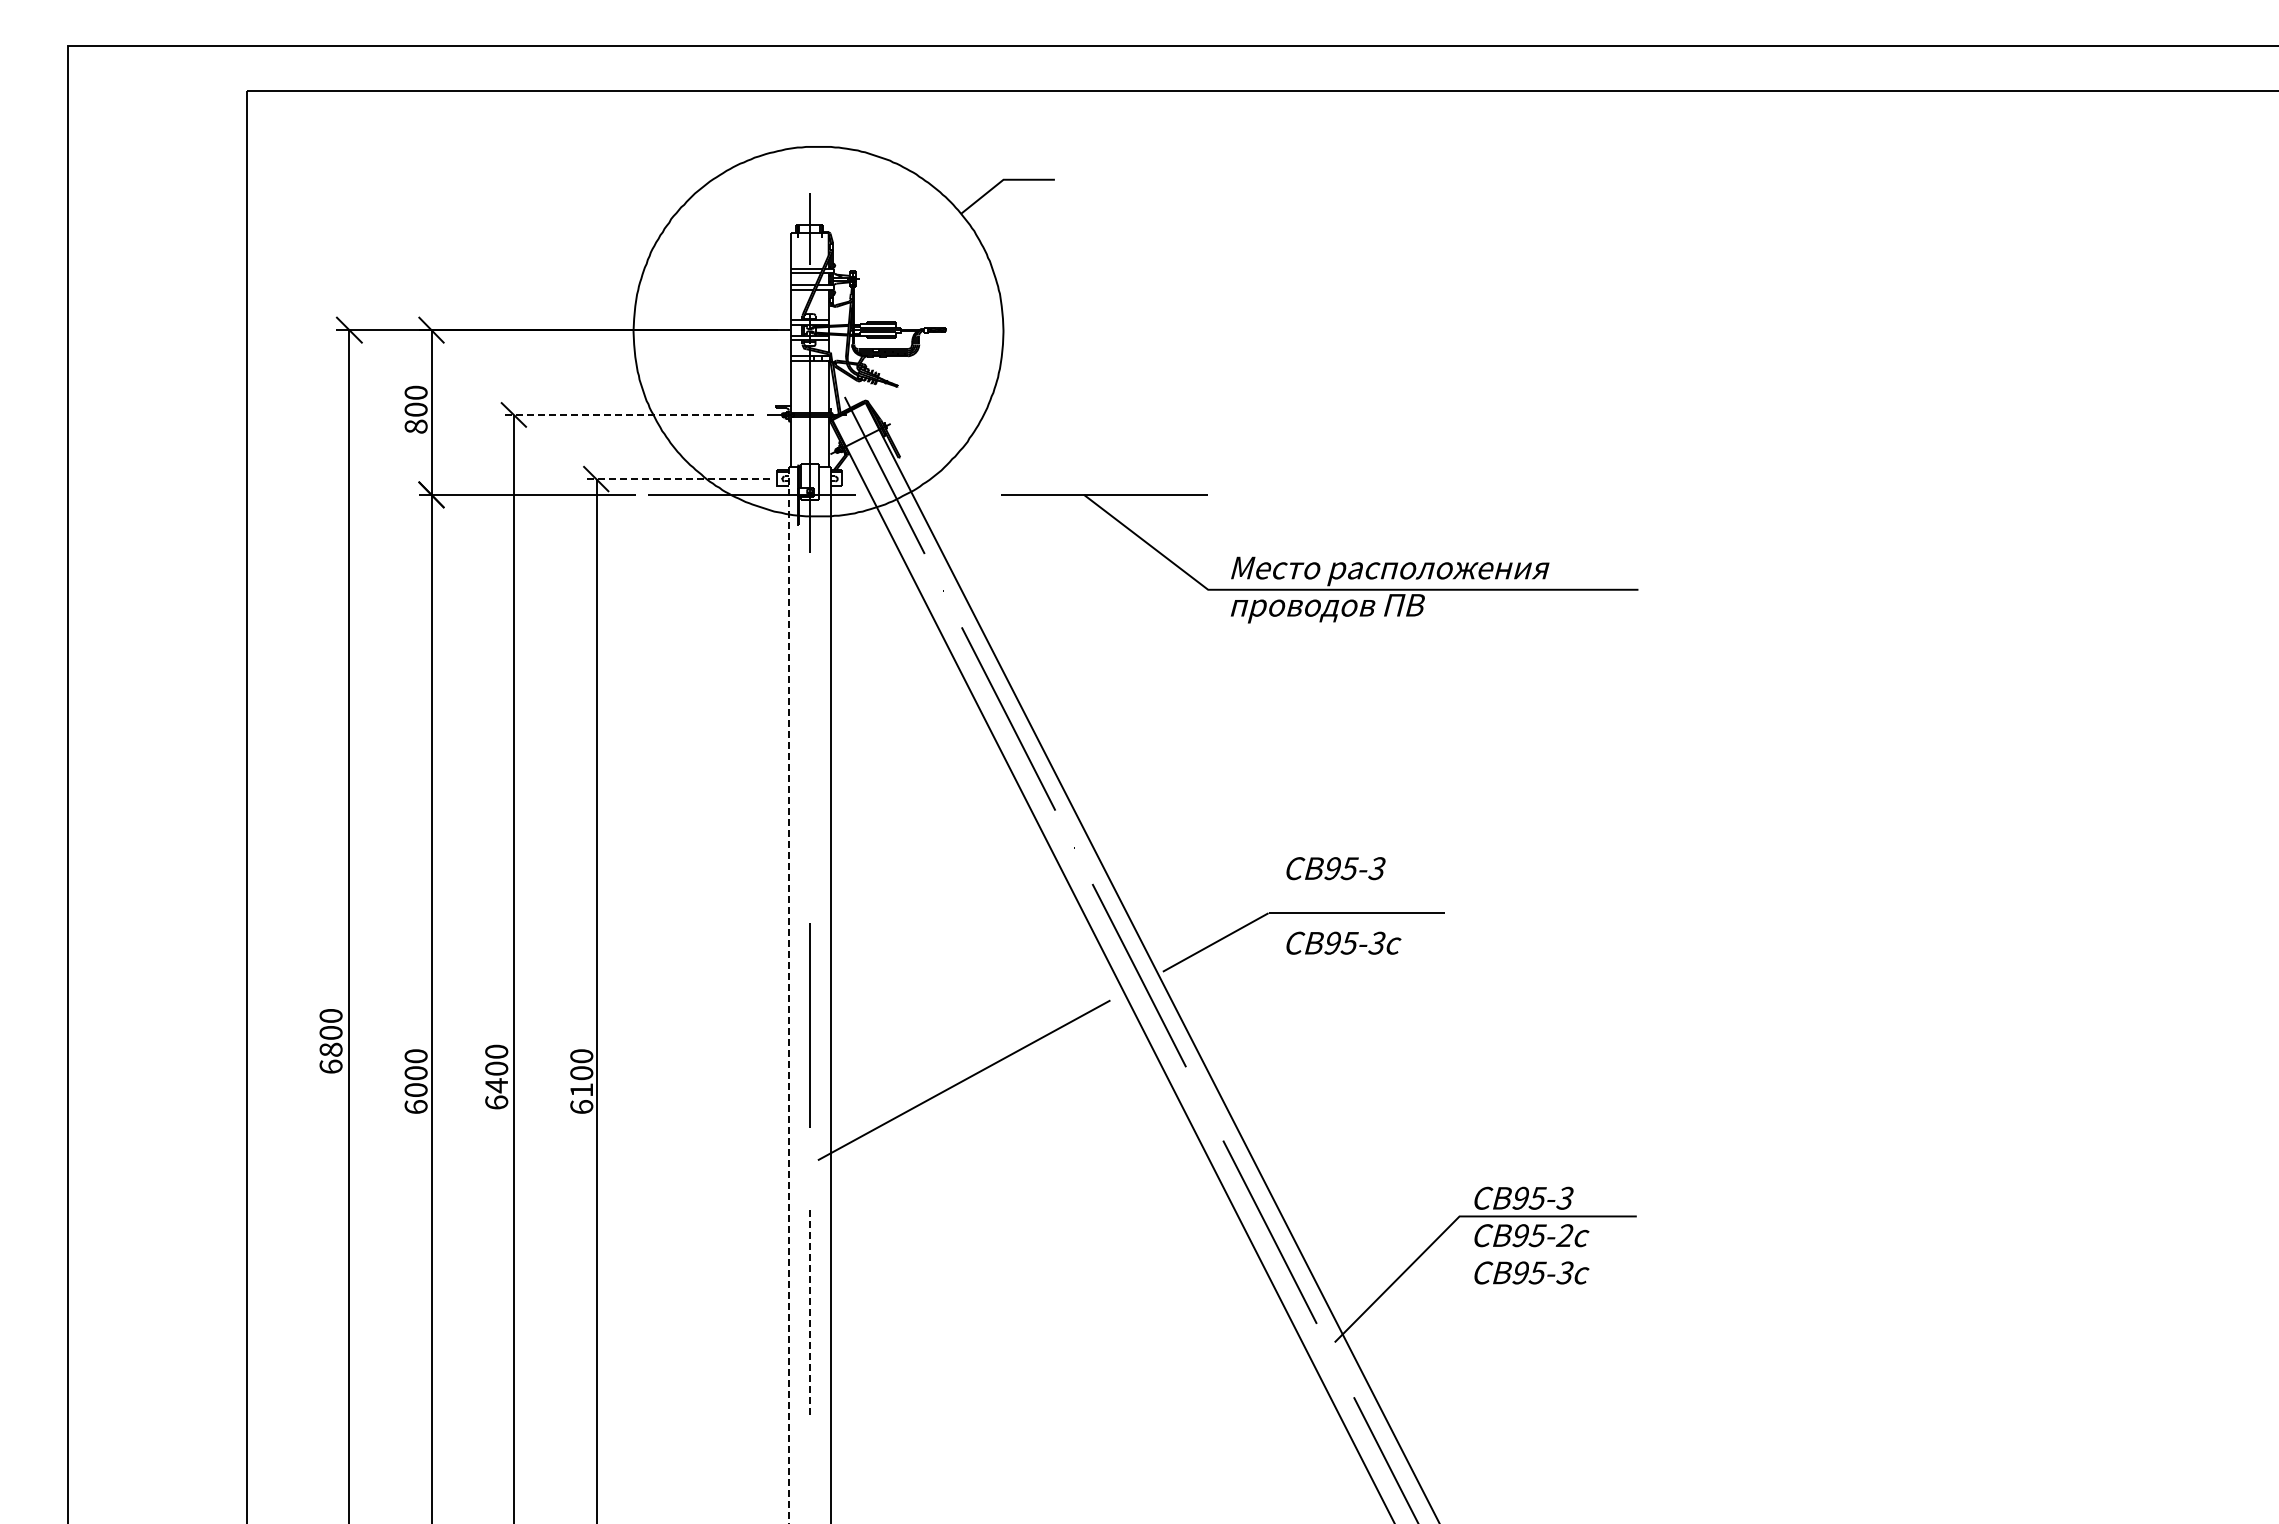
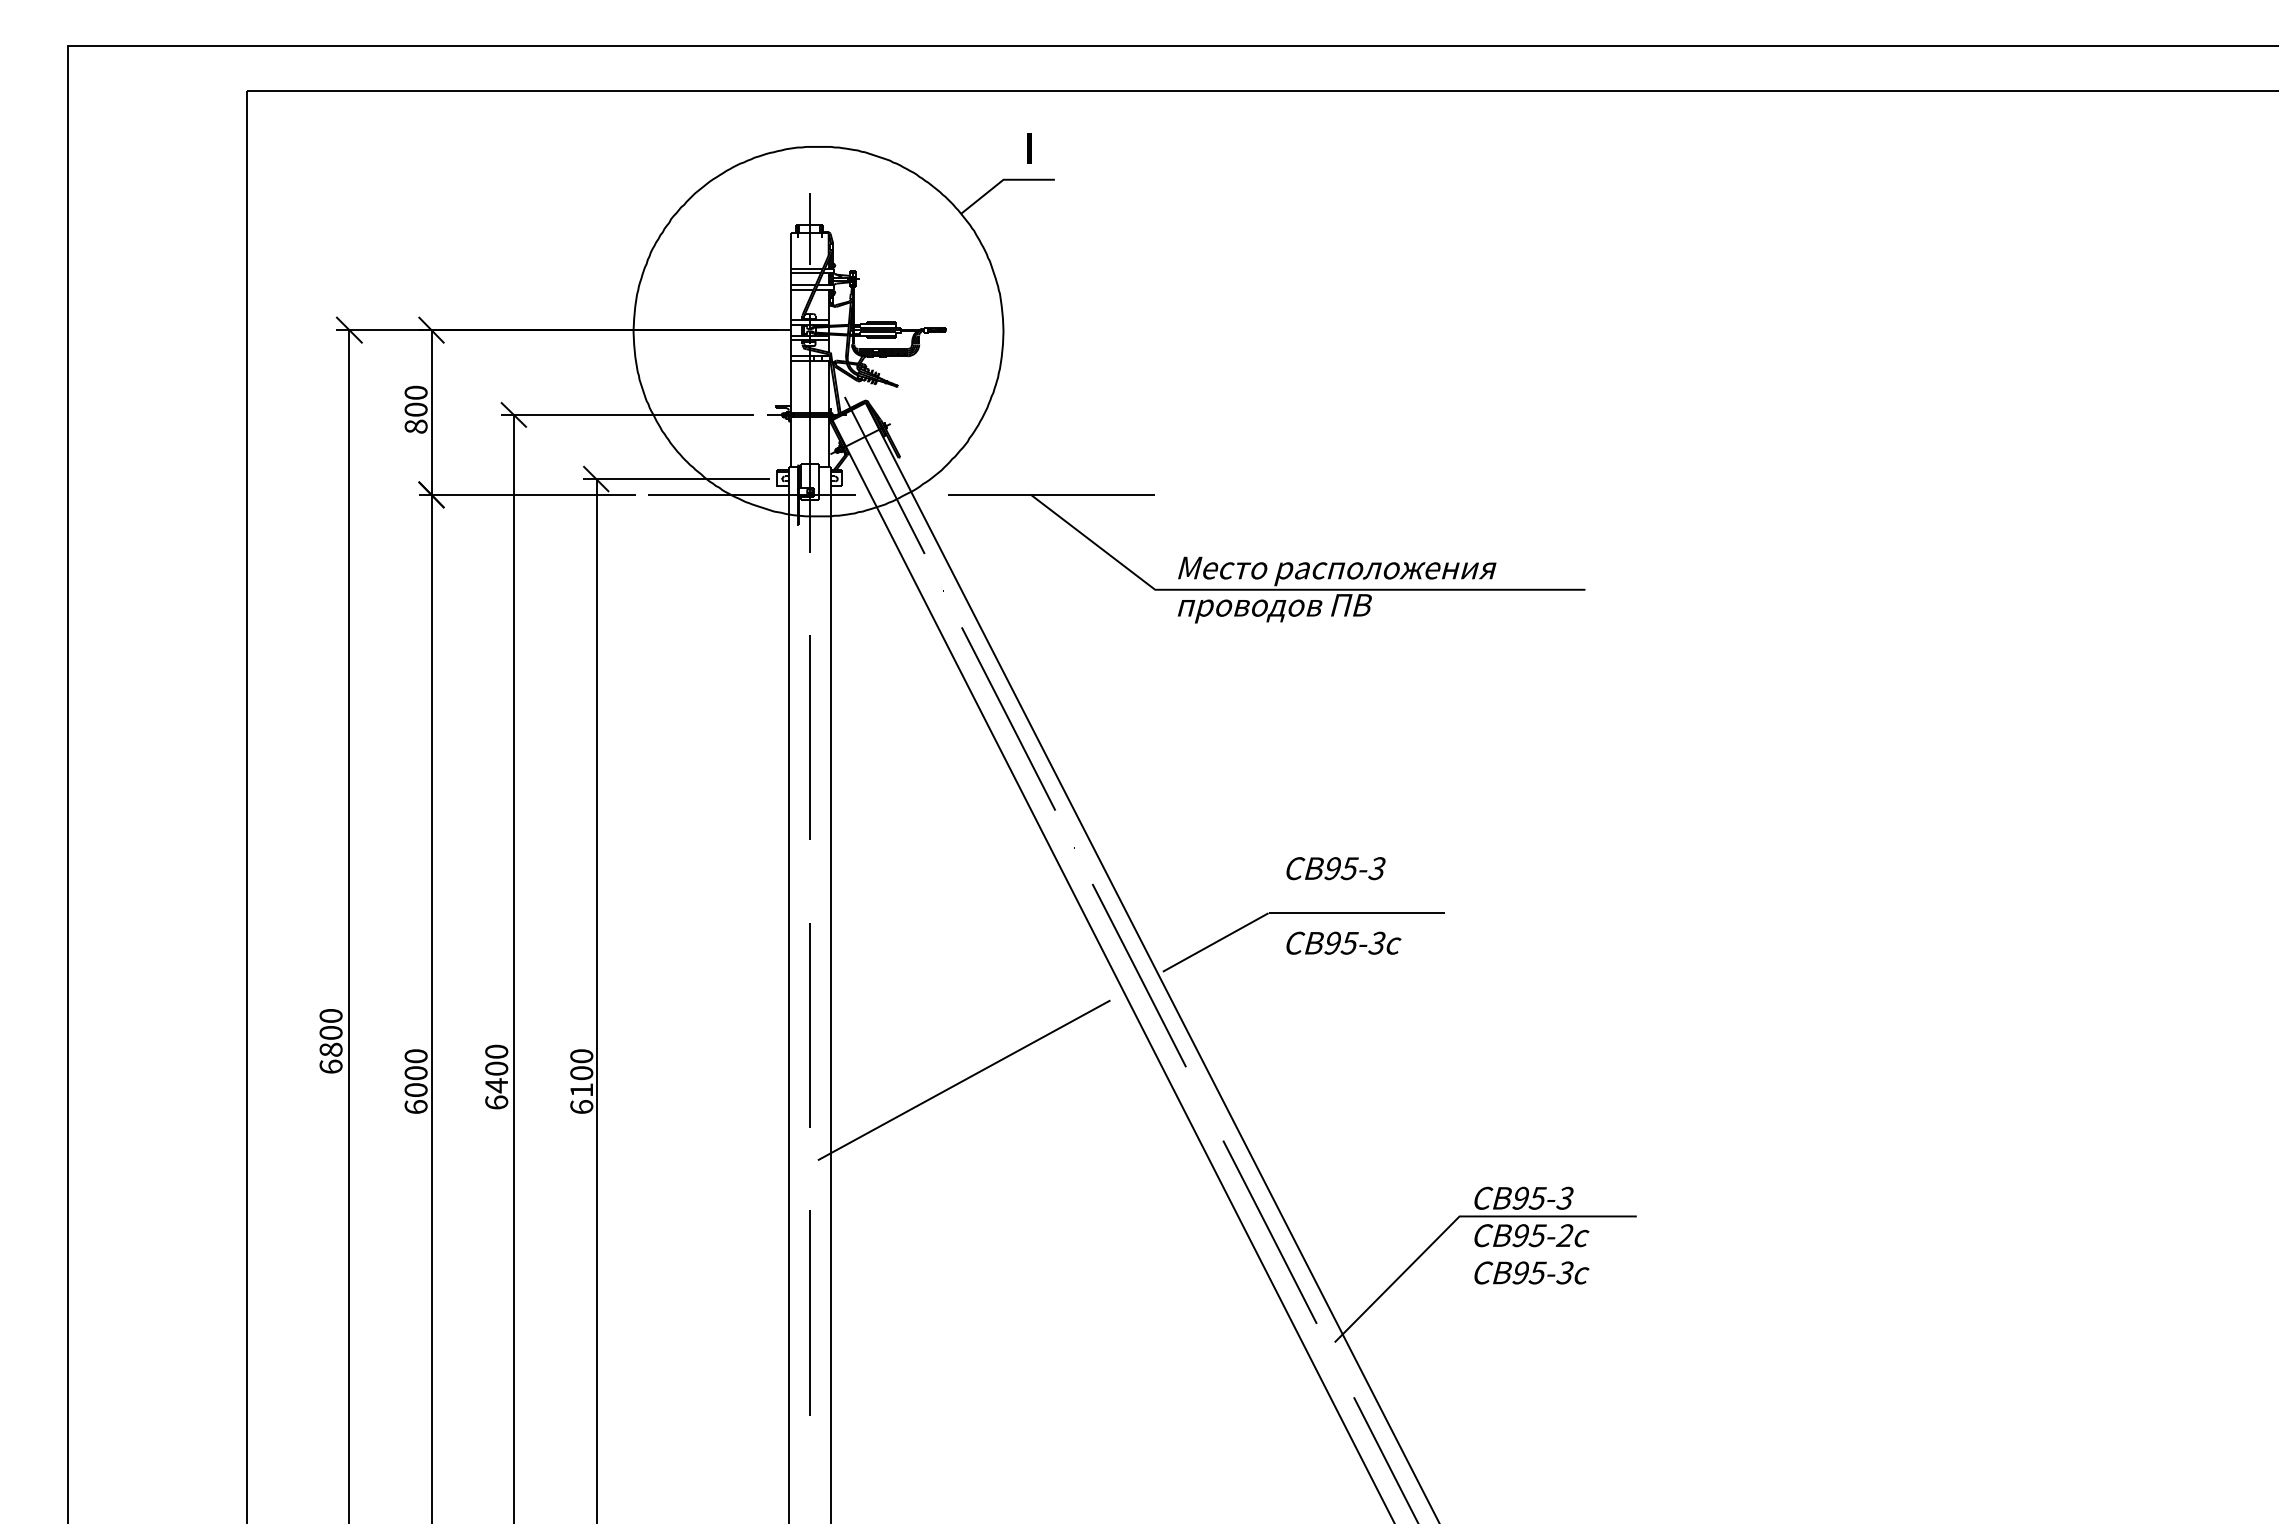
line at (1029, 148): none -> present
line at (627, 414): dashed -> solid
line at (676, 478): dashed -> solid
part at (1319, 558) position: (1319, 558) -> (1266, 558)
line at (809, 737): none -> present
line at (788, 995): dashed -> solid
line at (810, 1313): dashed -> solid
